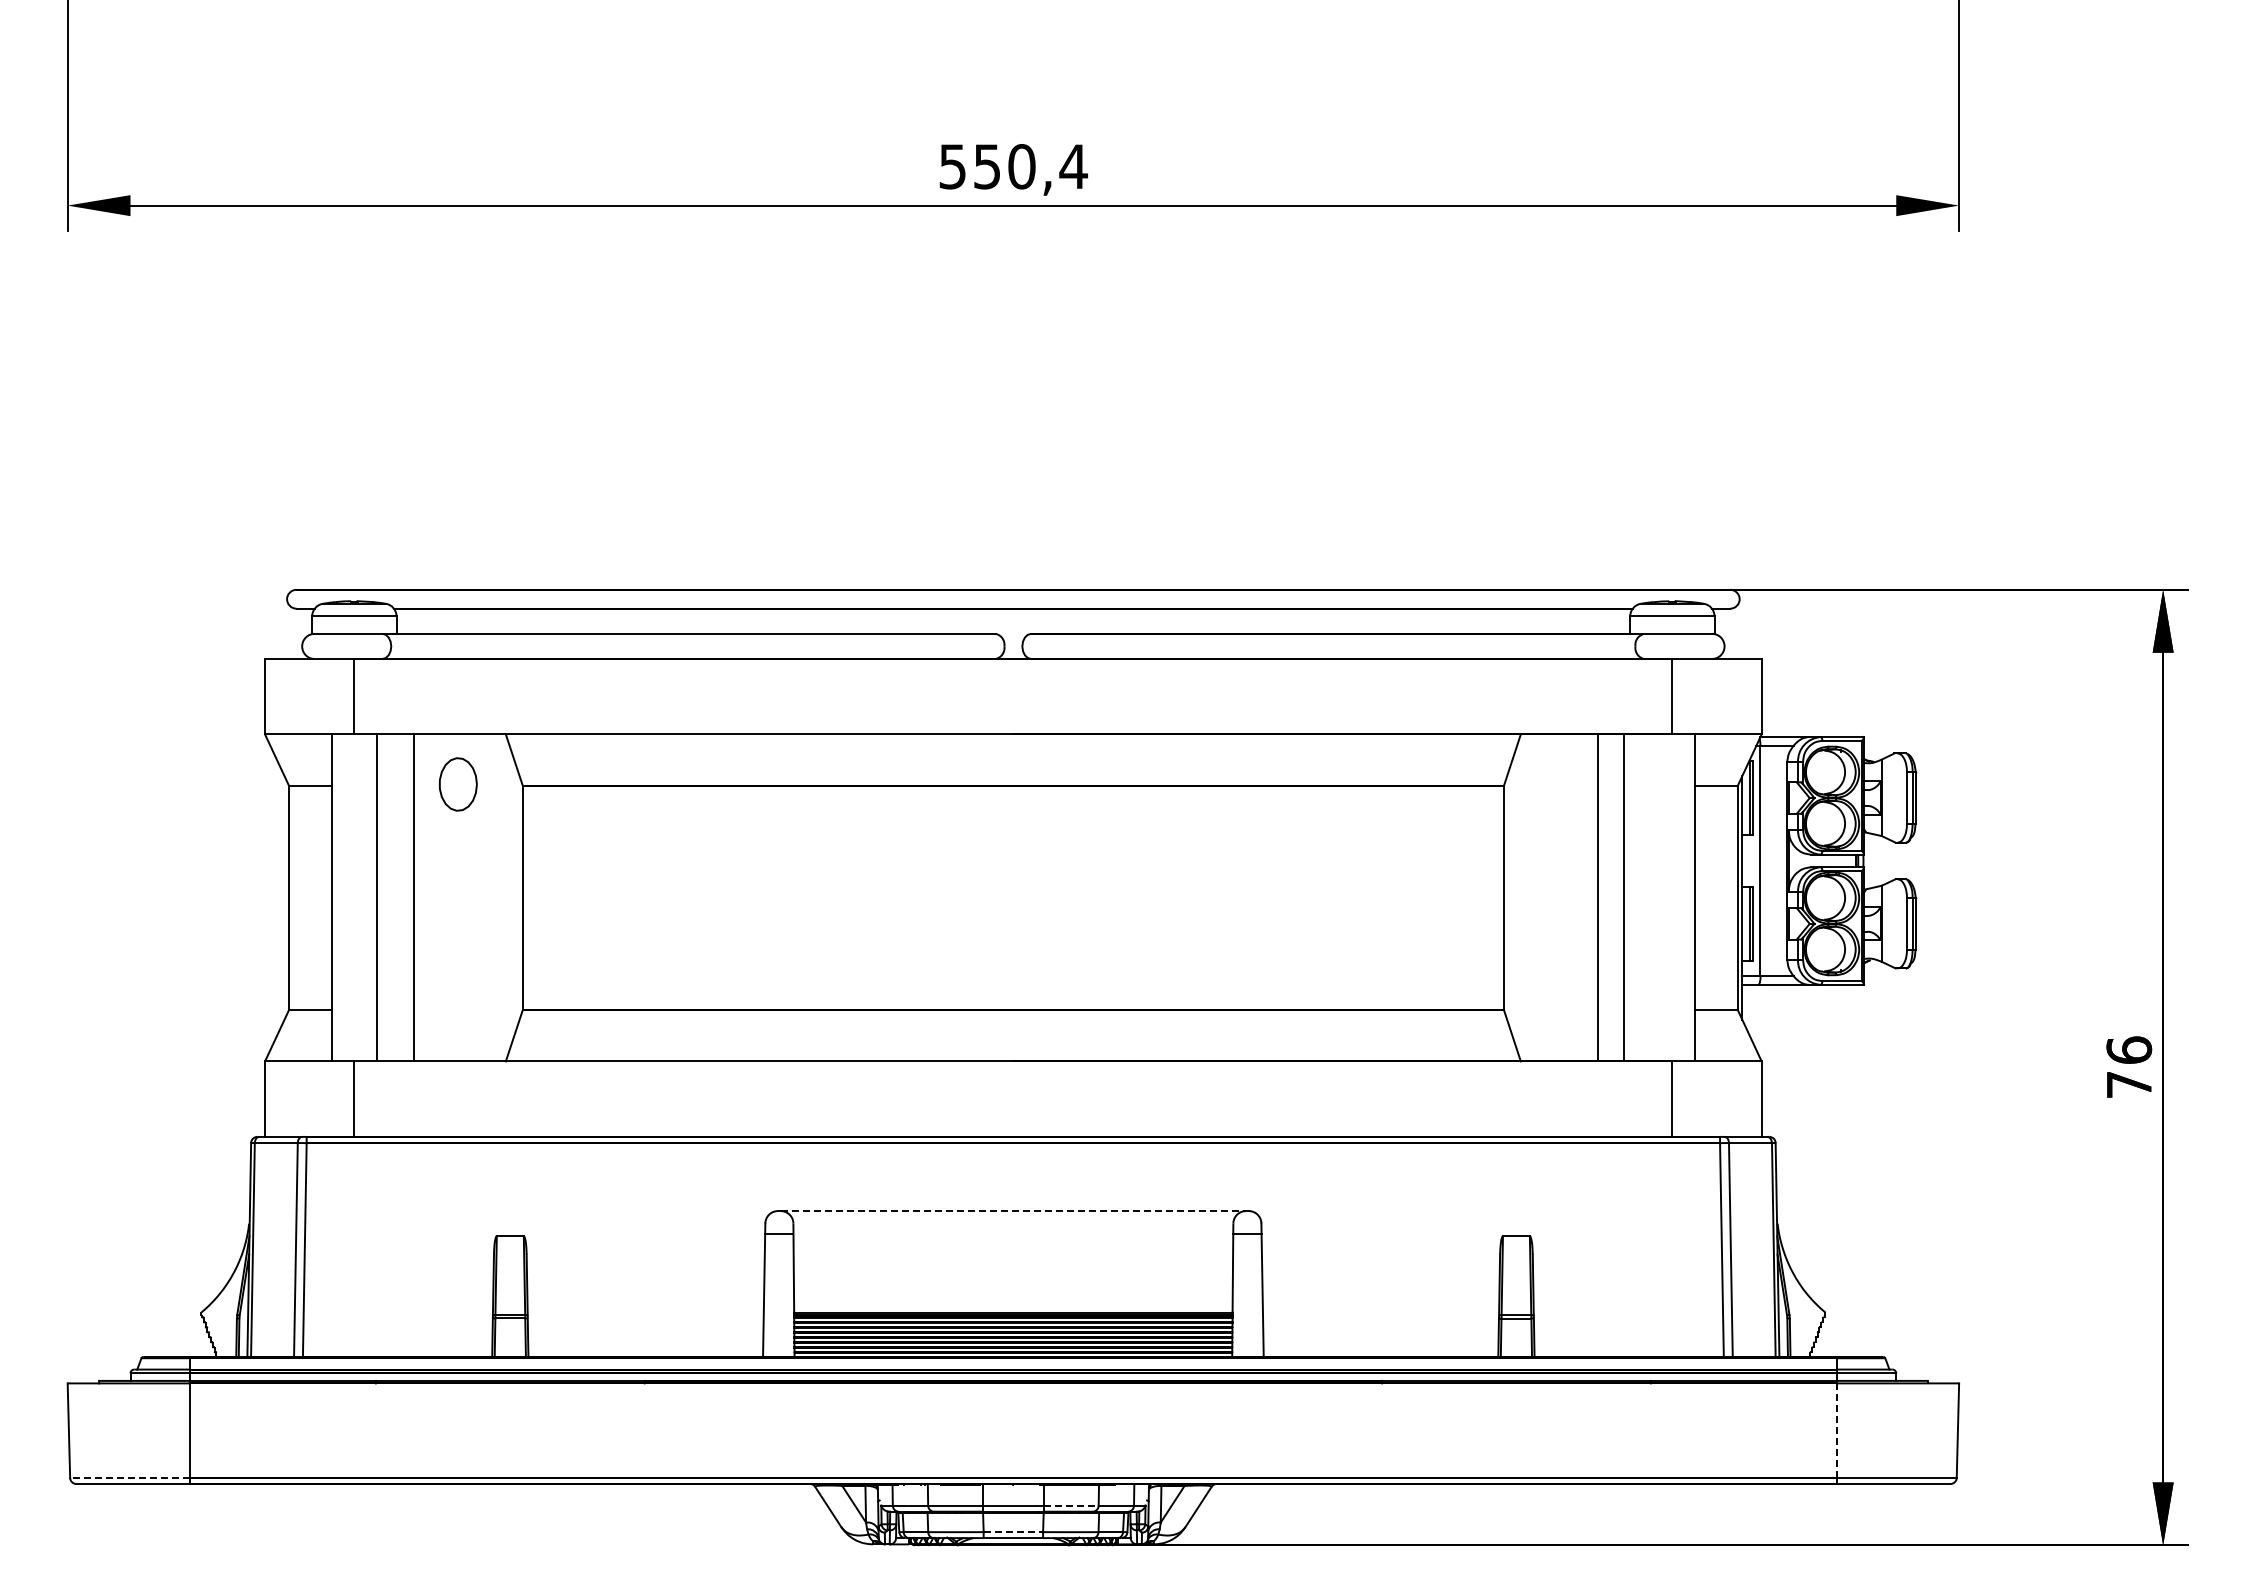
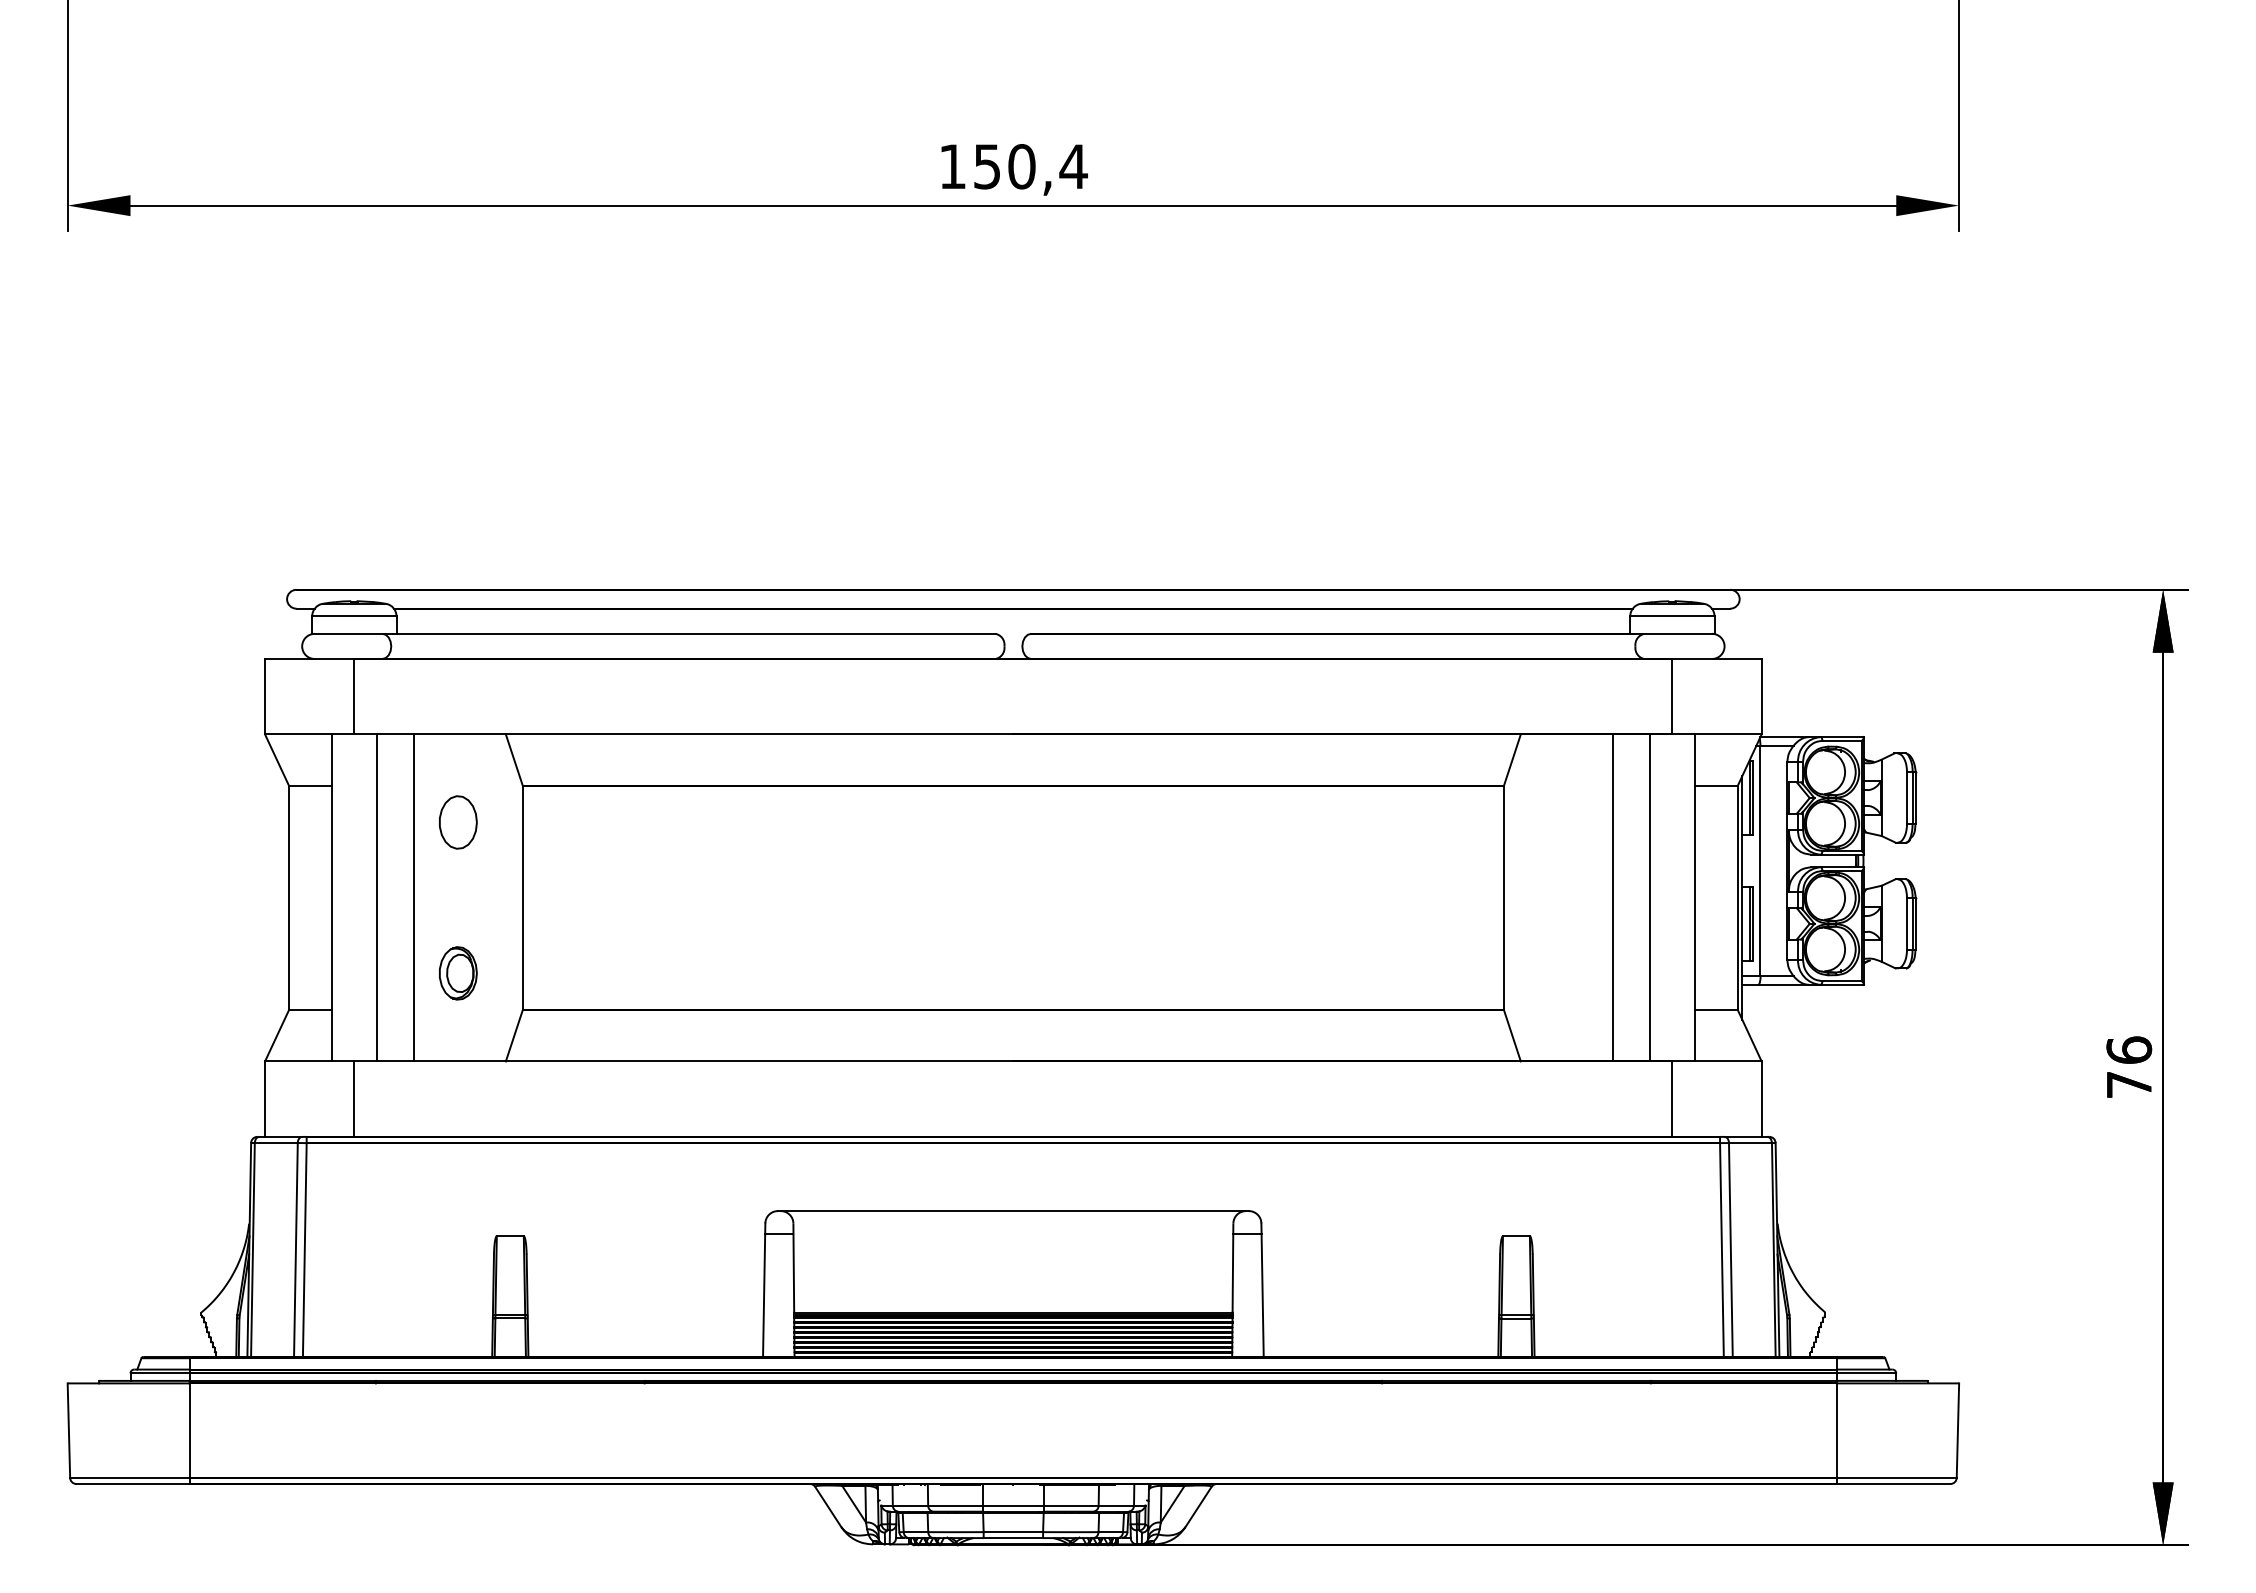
text at (952, 166): 550,4 -> 150,4
part at (458, 784) position: (458, 784) -> (458, 822)
line at (1597, 897) position: (1597, 897) -> (1612, 897)
line at (1623, 897) position: (1623, 897) -> (1649, 897)
part at (458, 973): none -> present
line at (1013, 1211): dashed -> solid
line at (1837, 1430): dashed -> solid
line at (129, 1477): dashed -> solid
line at (1071, 1505): dashed -> solid
line at (1013, 1532): dashed -> solid
